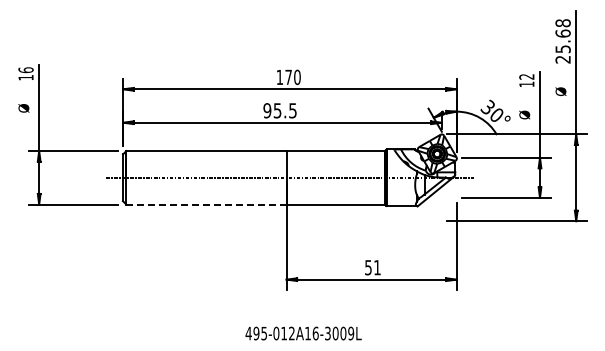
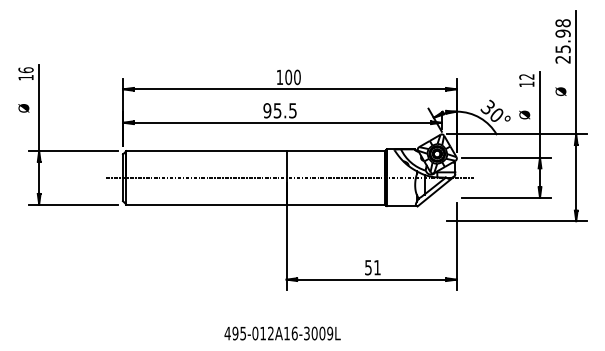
text at (562, 33): 25.68 -> 25.98
text at (288, 77): 170 -> 100
line at (206, 204): dashed -> solid
text at (303, 333) position: (303, 333) -> (282, 333)
